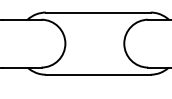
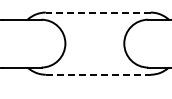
line at (97, 12): solid -> dashed
line at (98, 74): solid -> dashed
